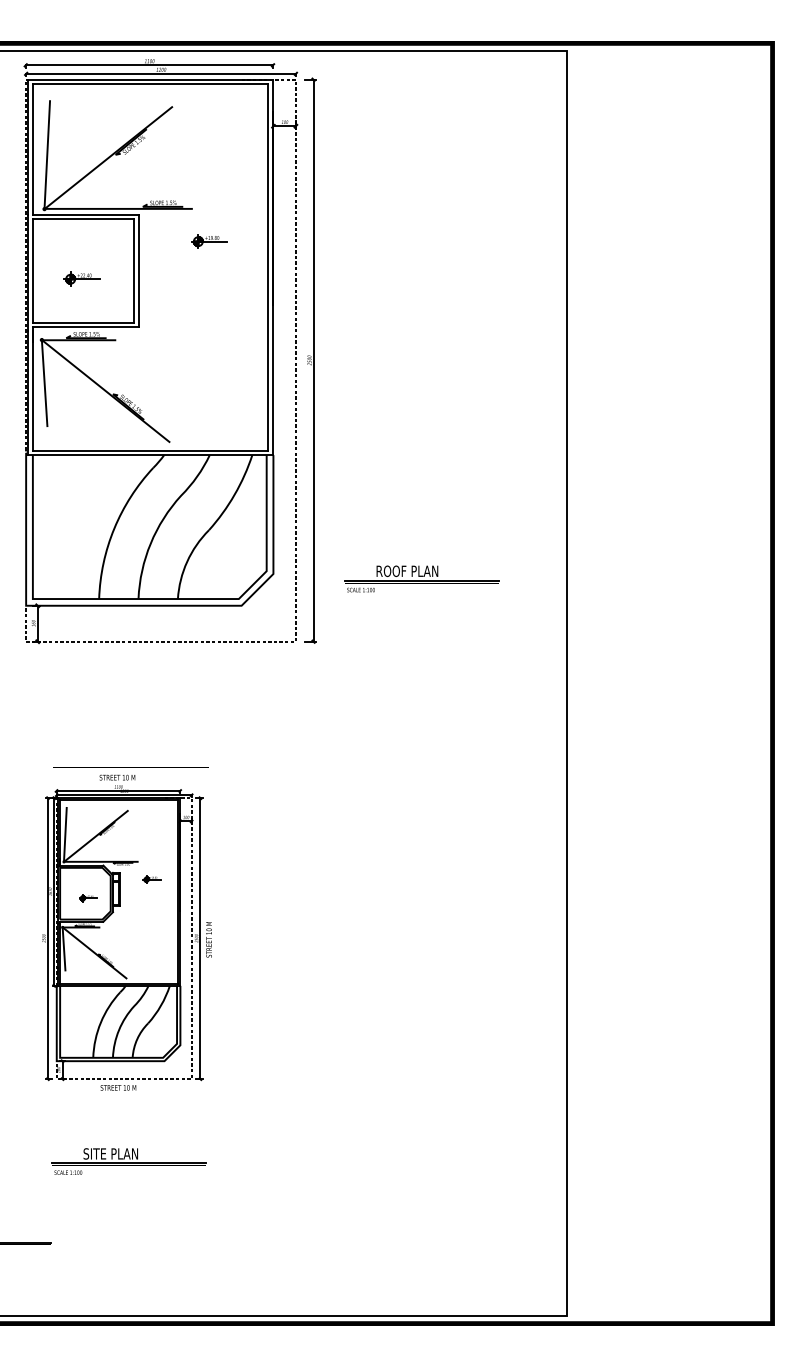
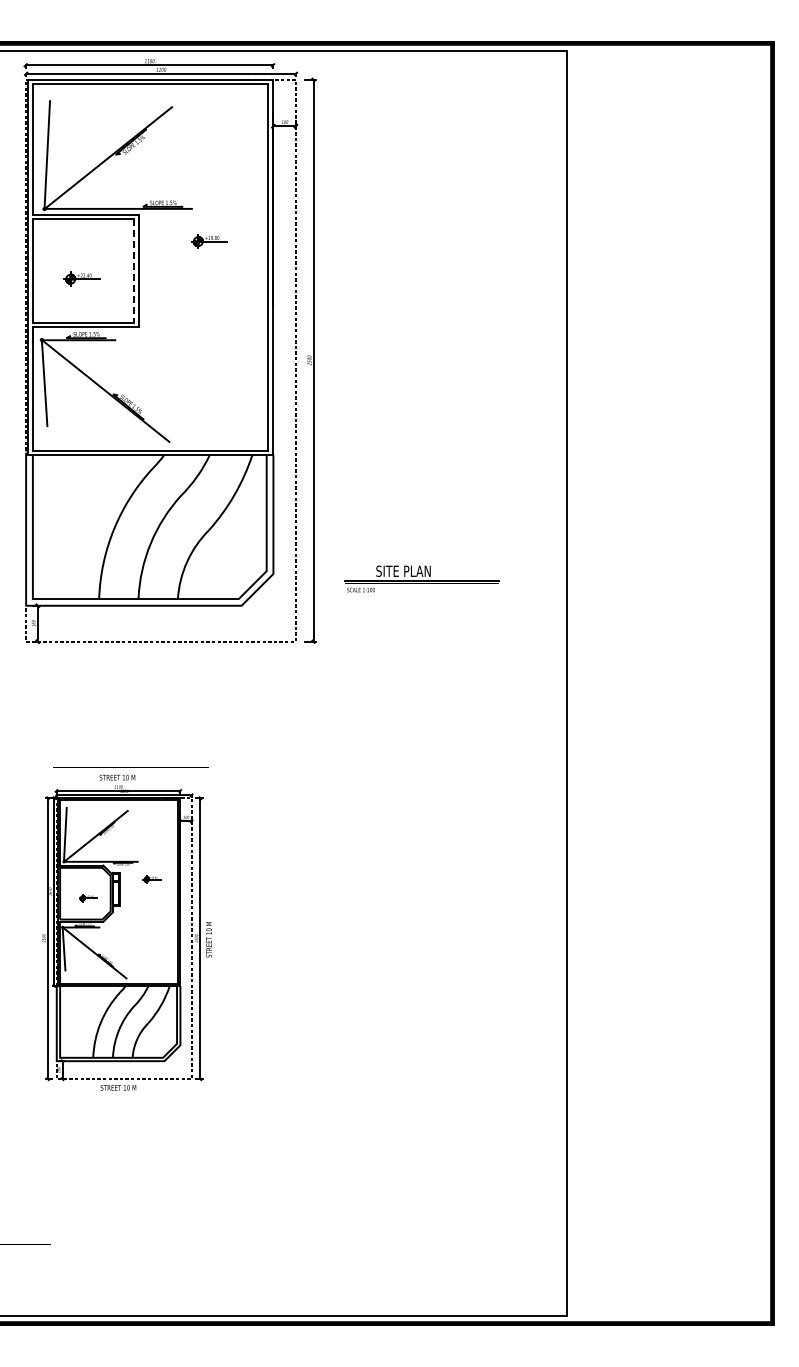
line at (134, 270): solid -> dashed
text at (407, 571): ROOF PLAN -> SITE PLAN
part at (128, 1161): present -> none
line at (26, 1242): present -> none
